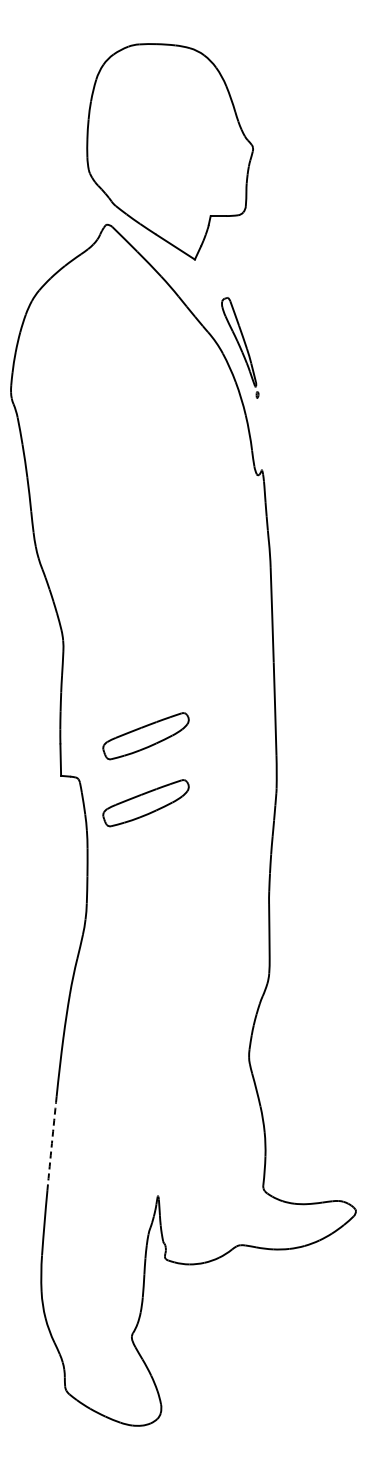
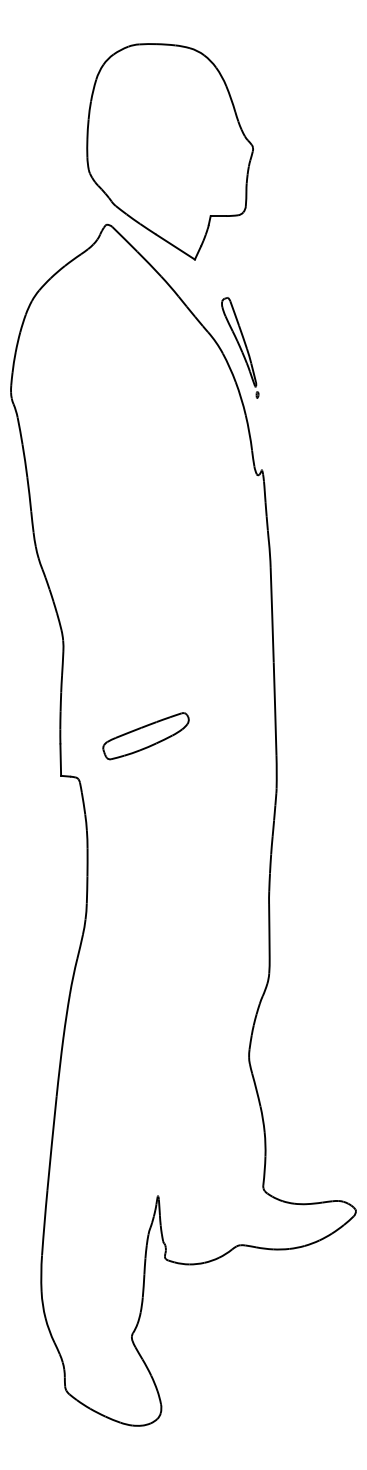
part at (145, 803): present -> none
arc at (51, 1143): dashed -> solid
